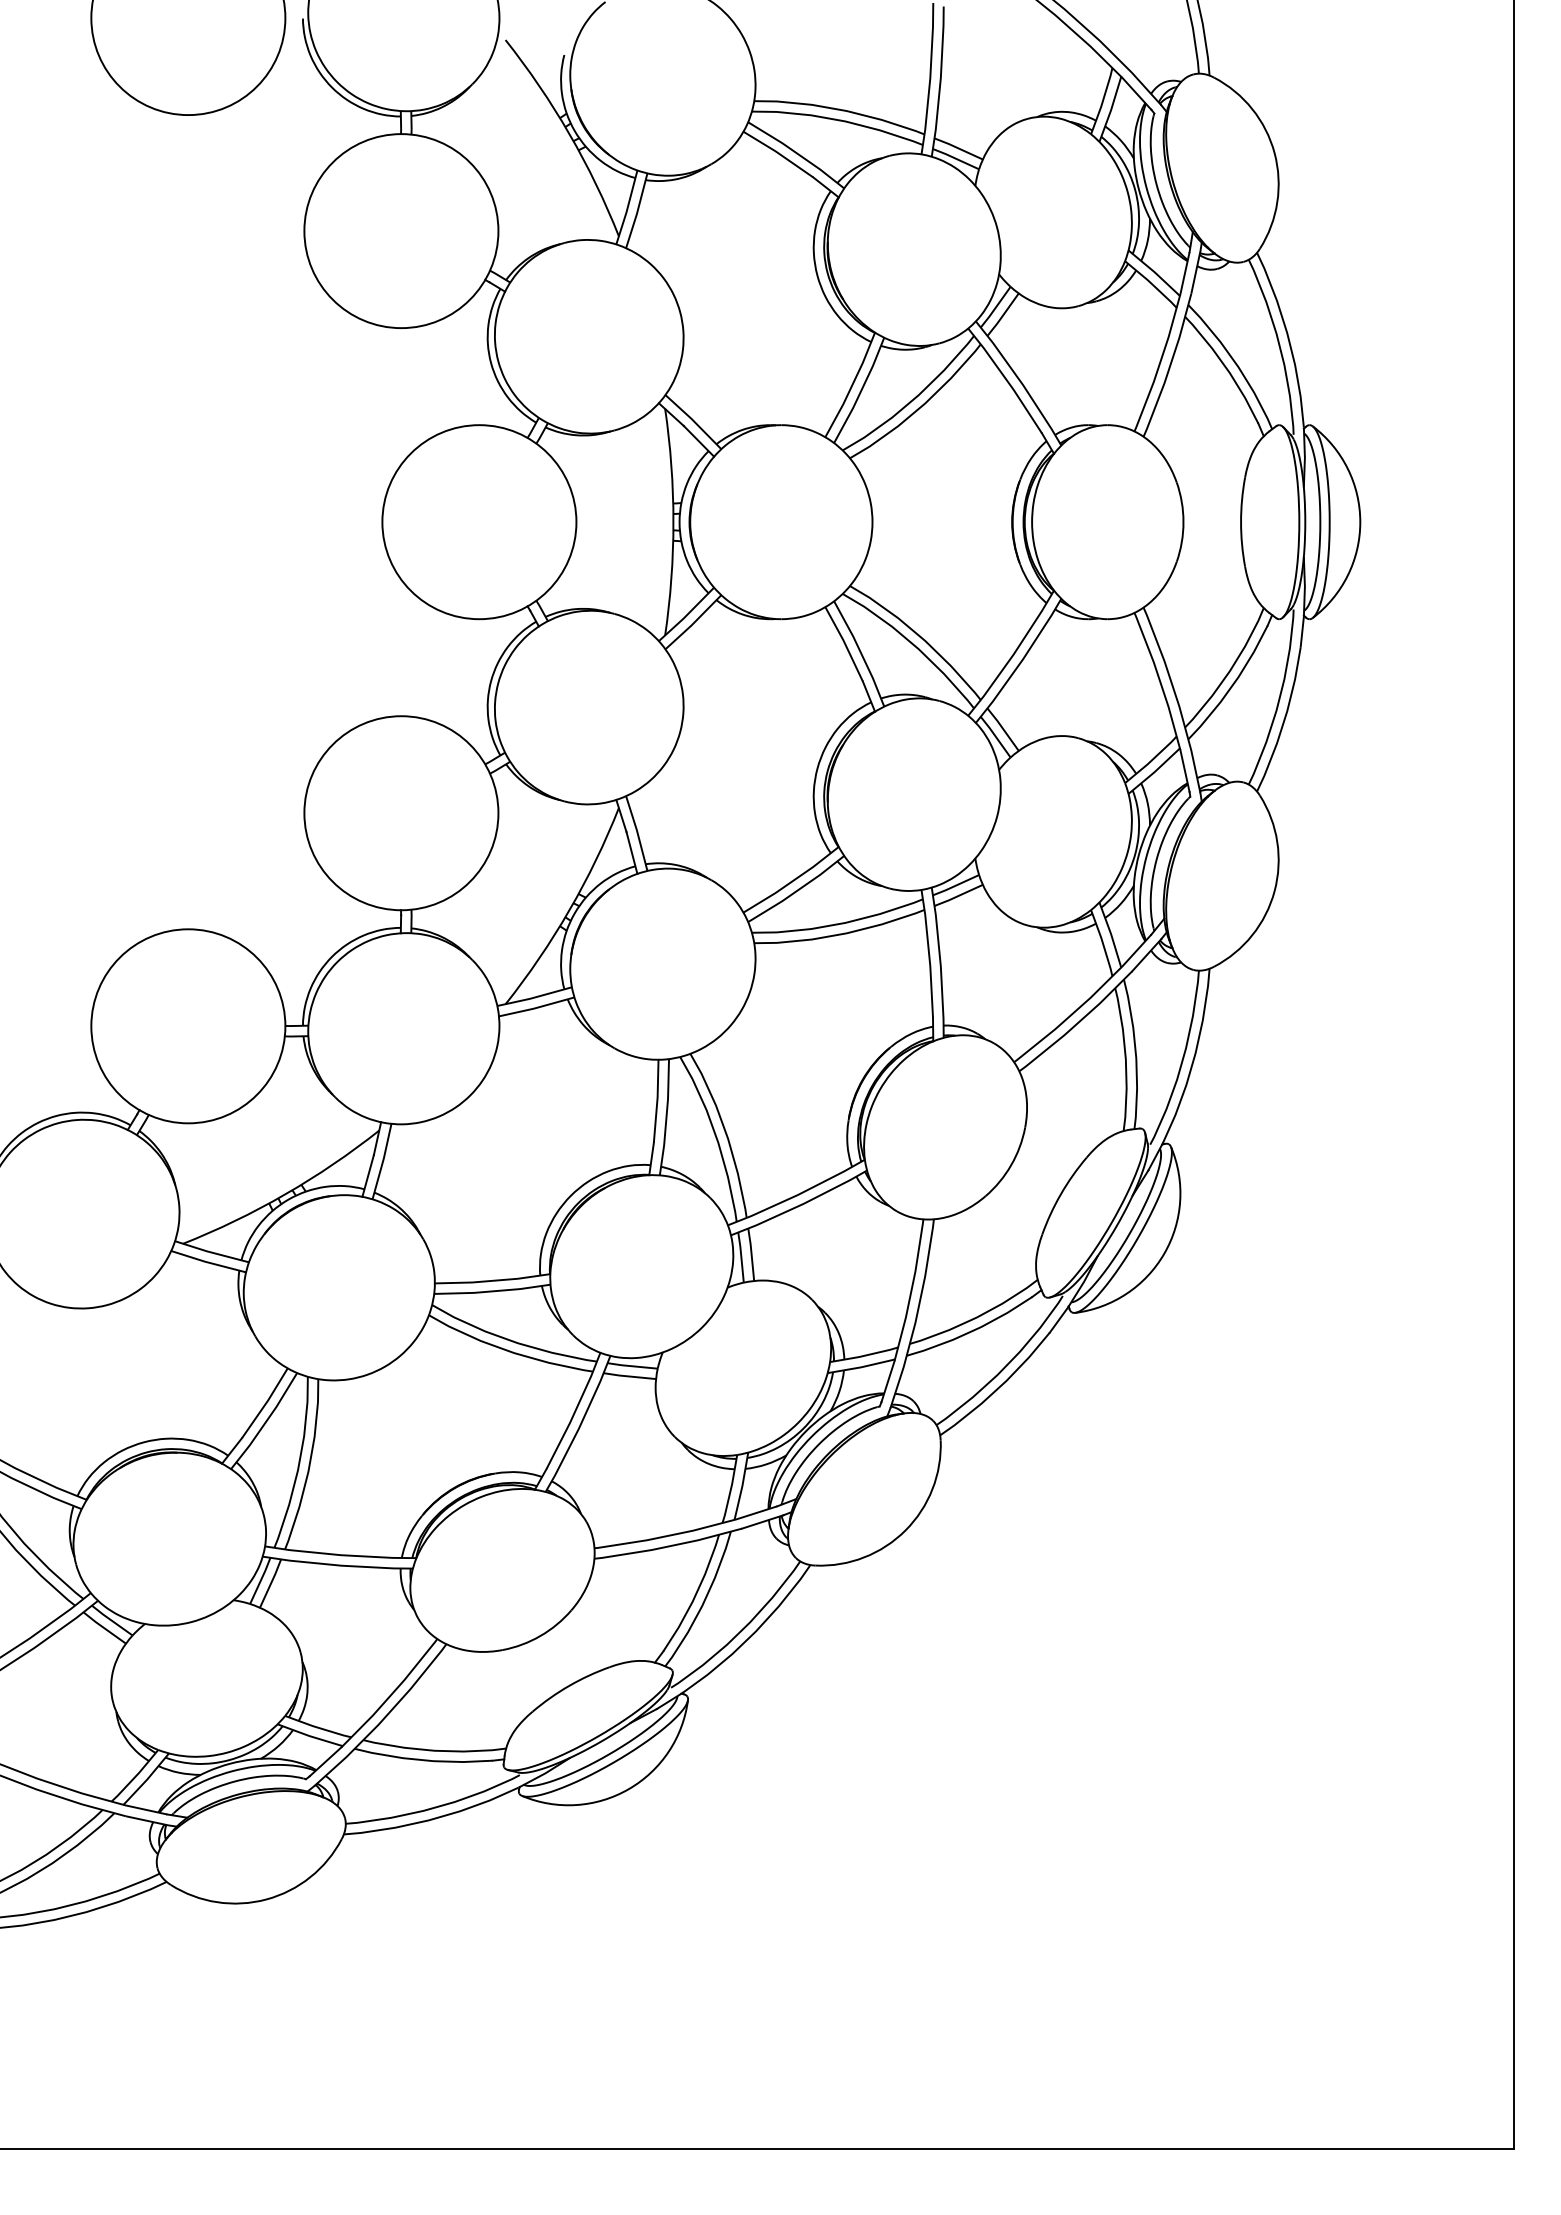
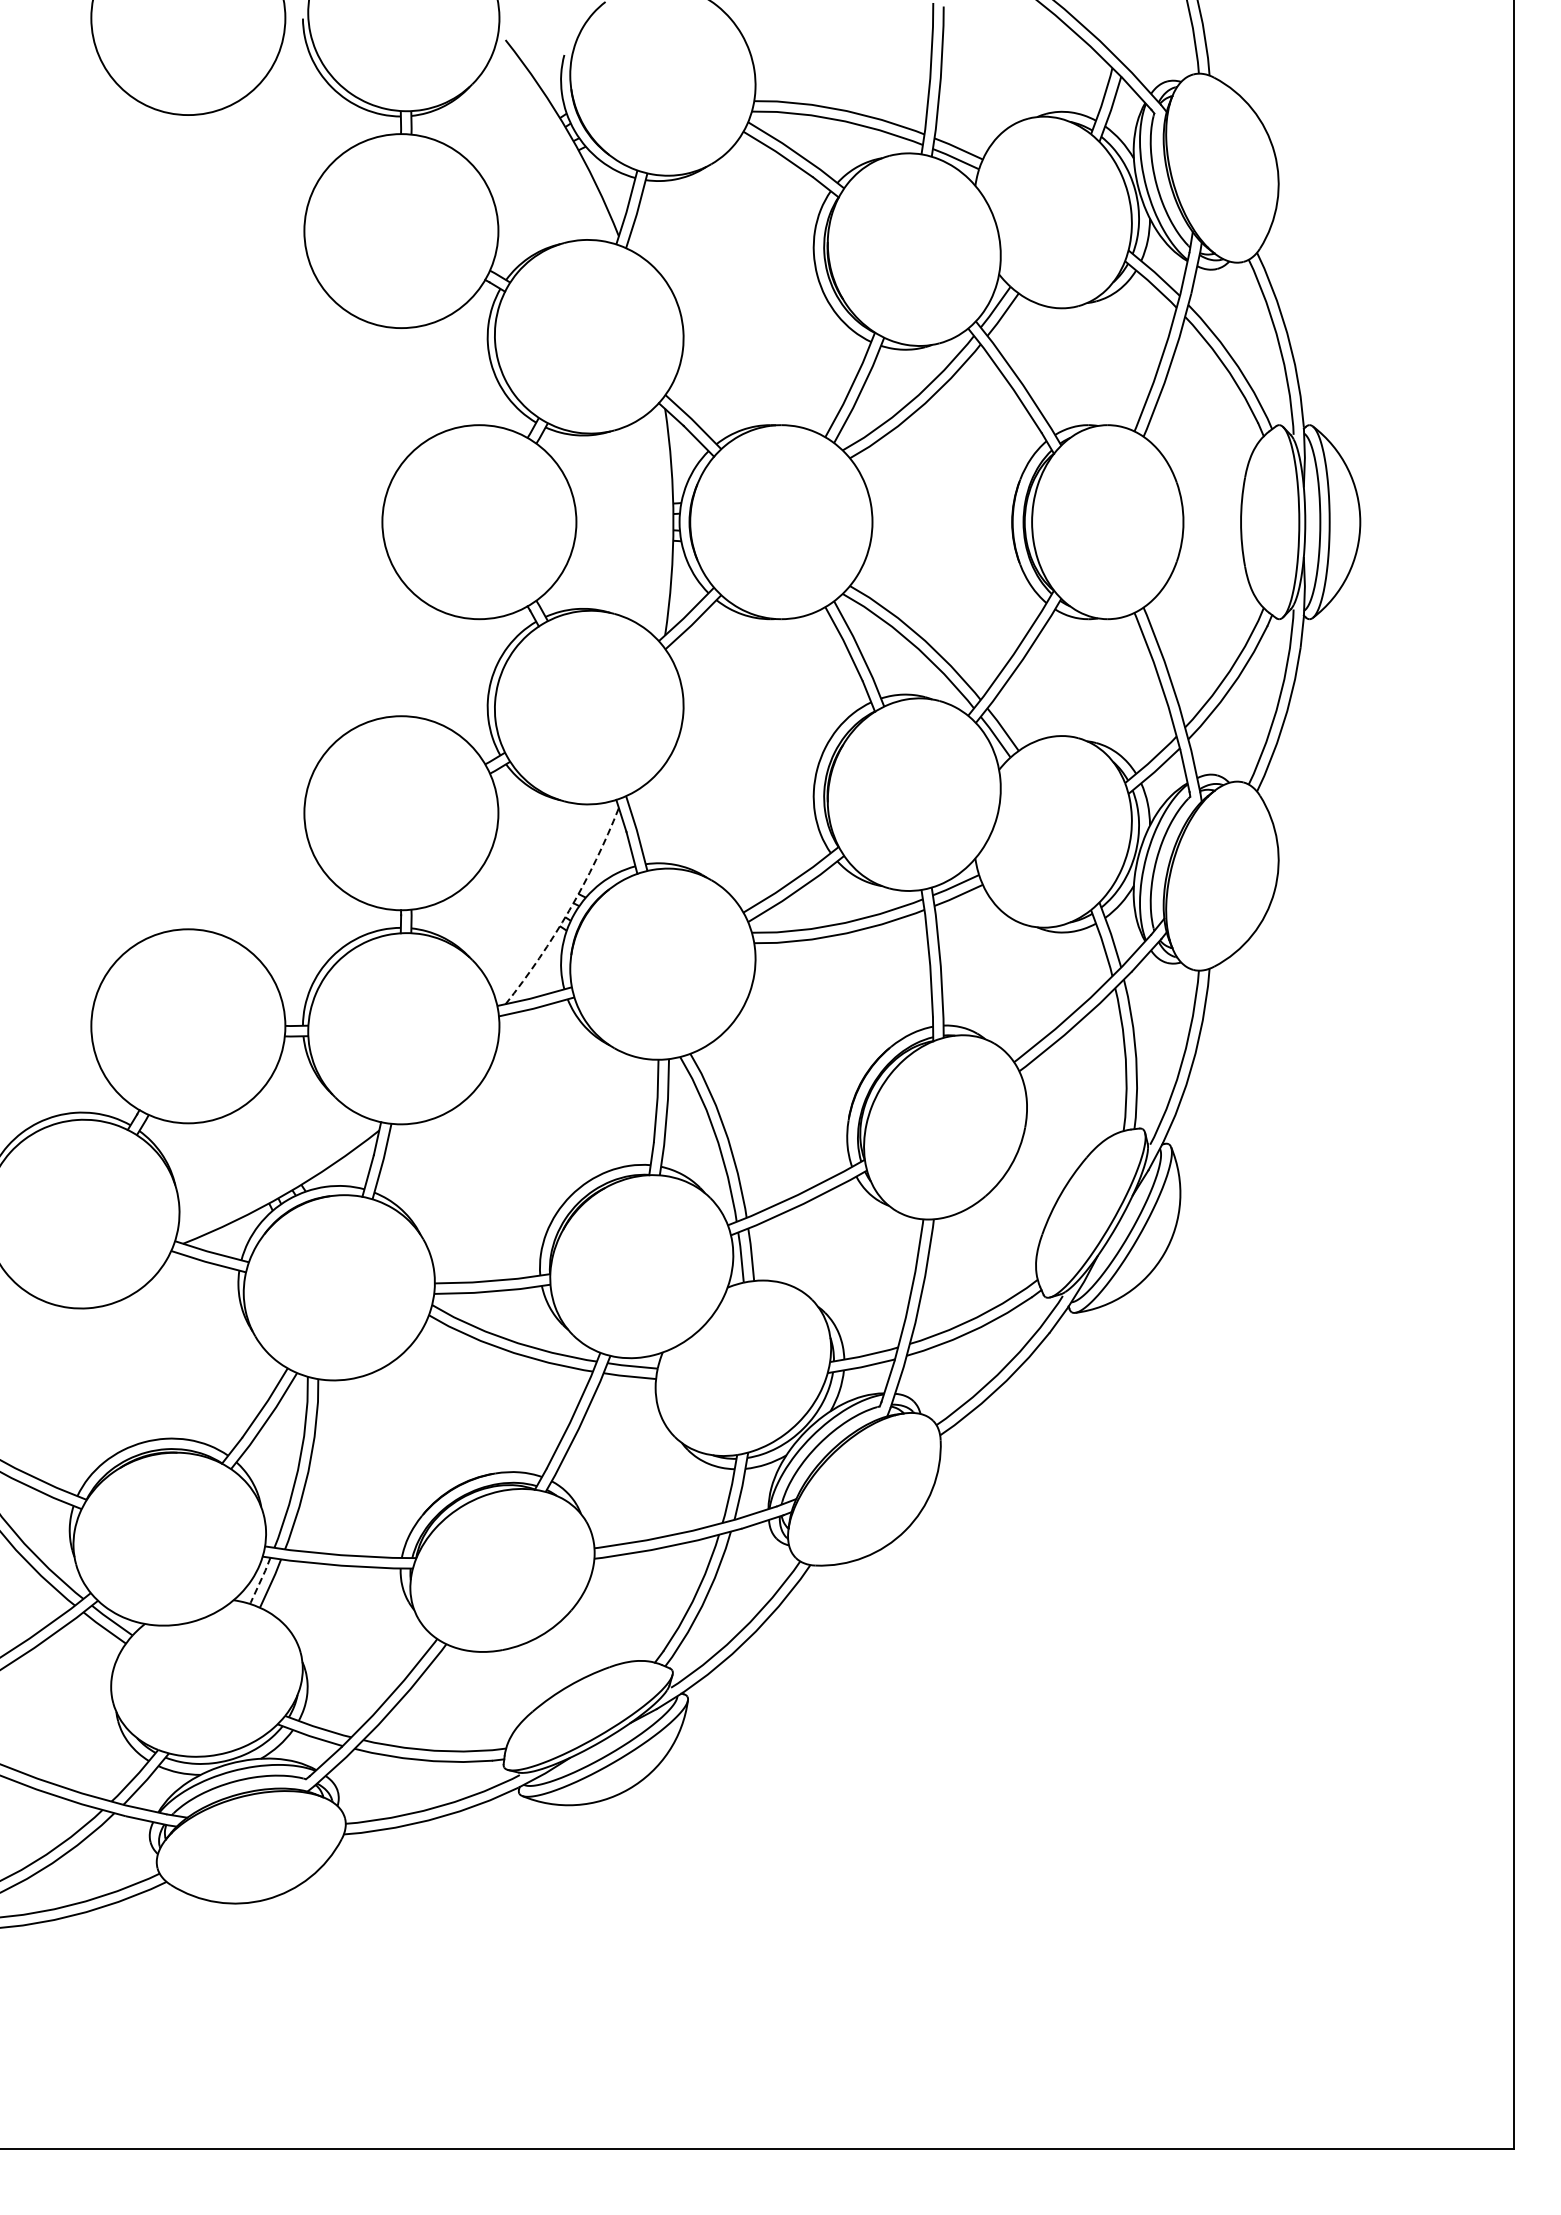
arc at (569, 910): solid -> dashed
line at (260, 1580): solid -> dashed
